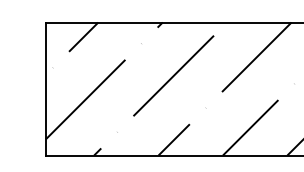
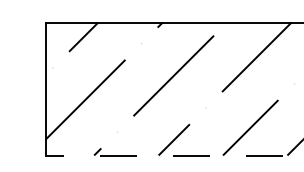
line at (174, 155): solid -> dashed
